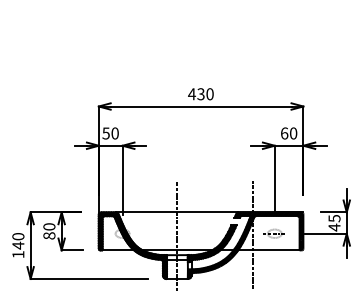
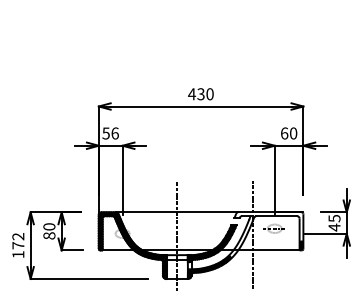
text at (114, 133): 50 -> 56
part at (273, 233) position: (273, 233) -> (273, 228)
hatch at (266, 234): present -> none
text at (18, 241): 140 -> 172
